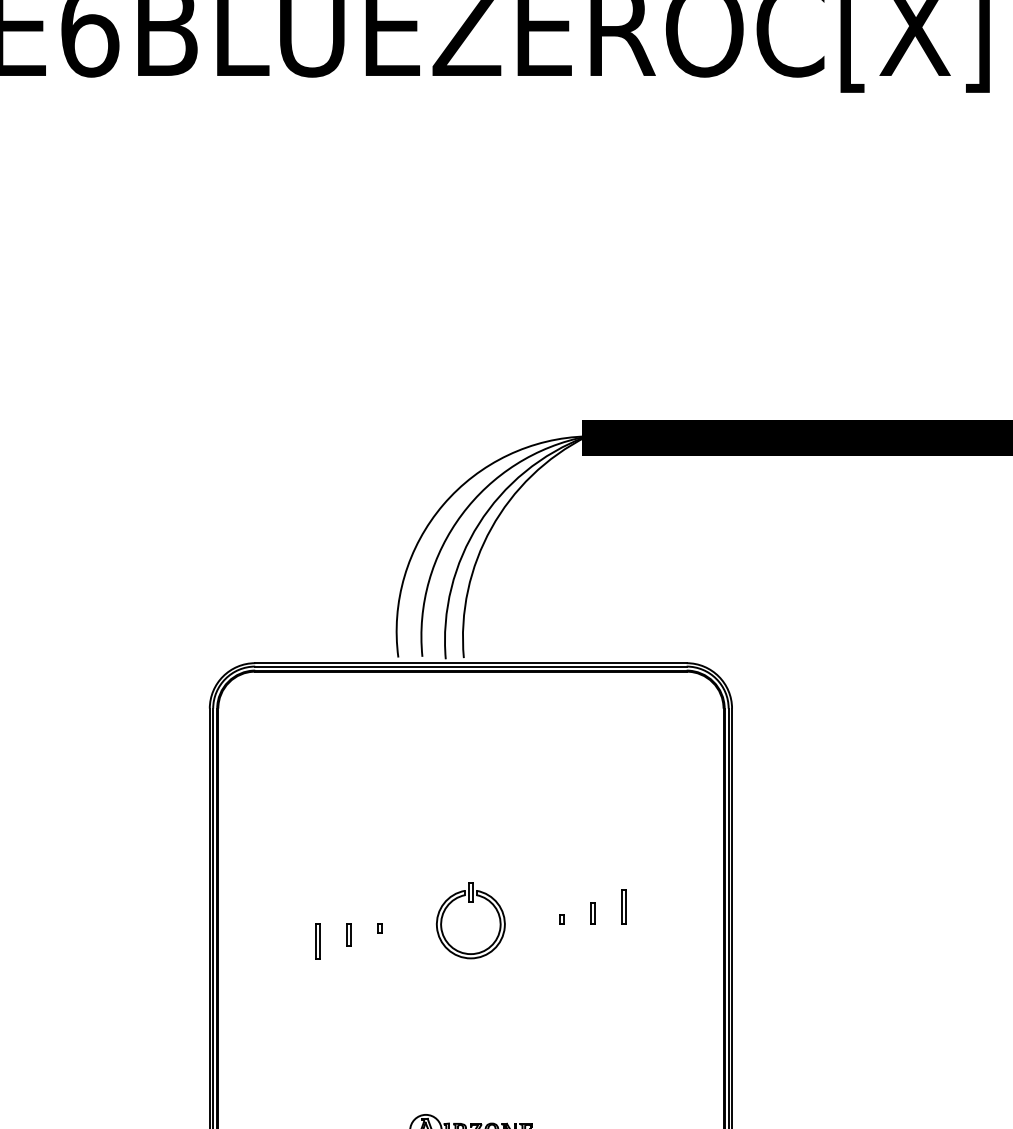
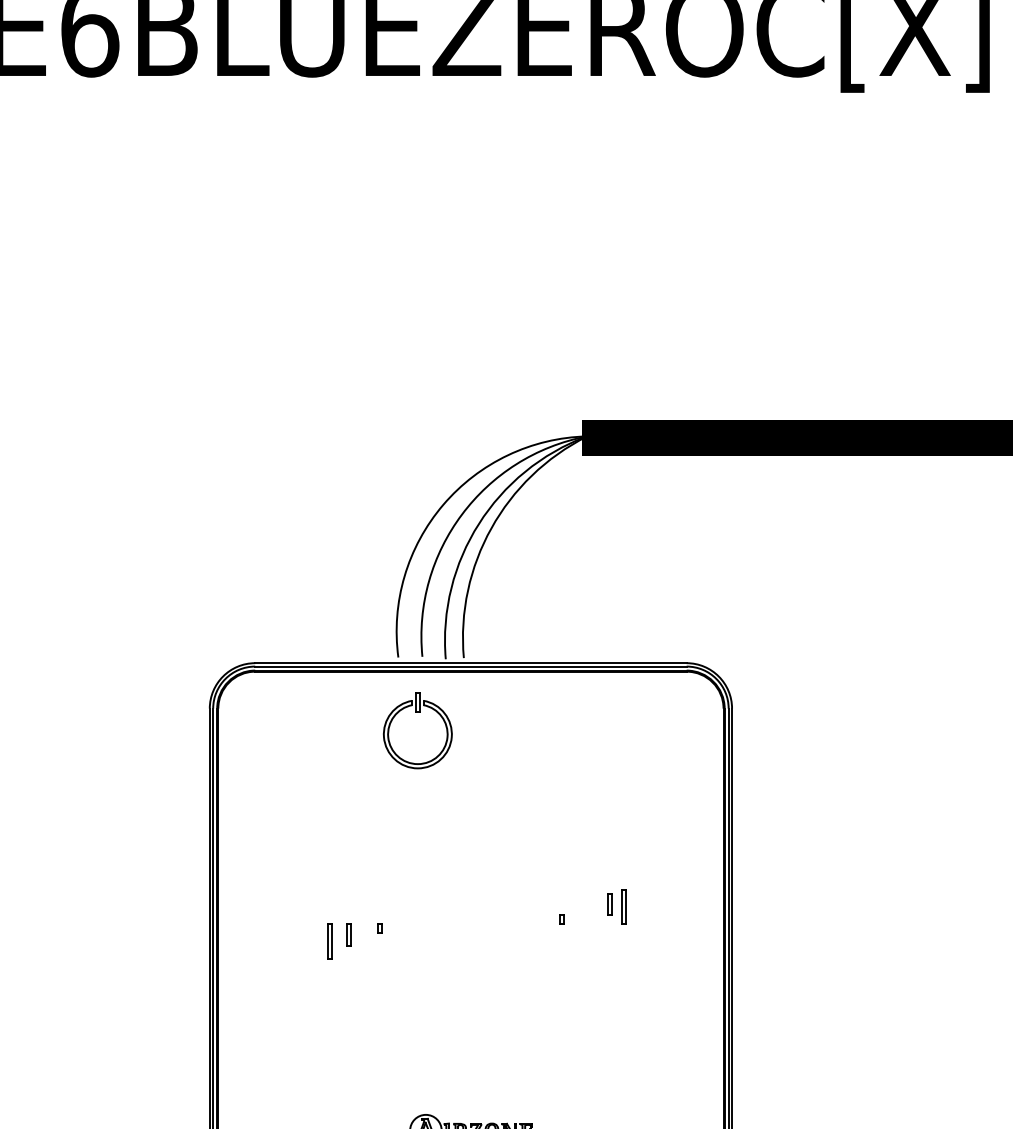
part at (470, 902) position: (470, 902) -> (417, 712)
part at (592, 913) position: (592, 913) -> (609, 904)
part at (317, 941) position: (317, 941) -> (329, 941)
